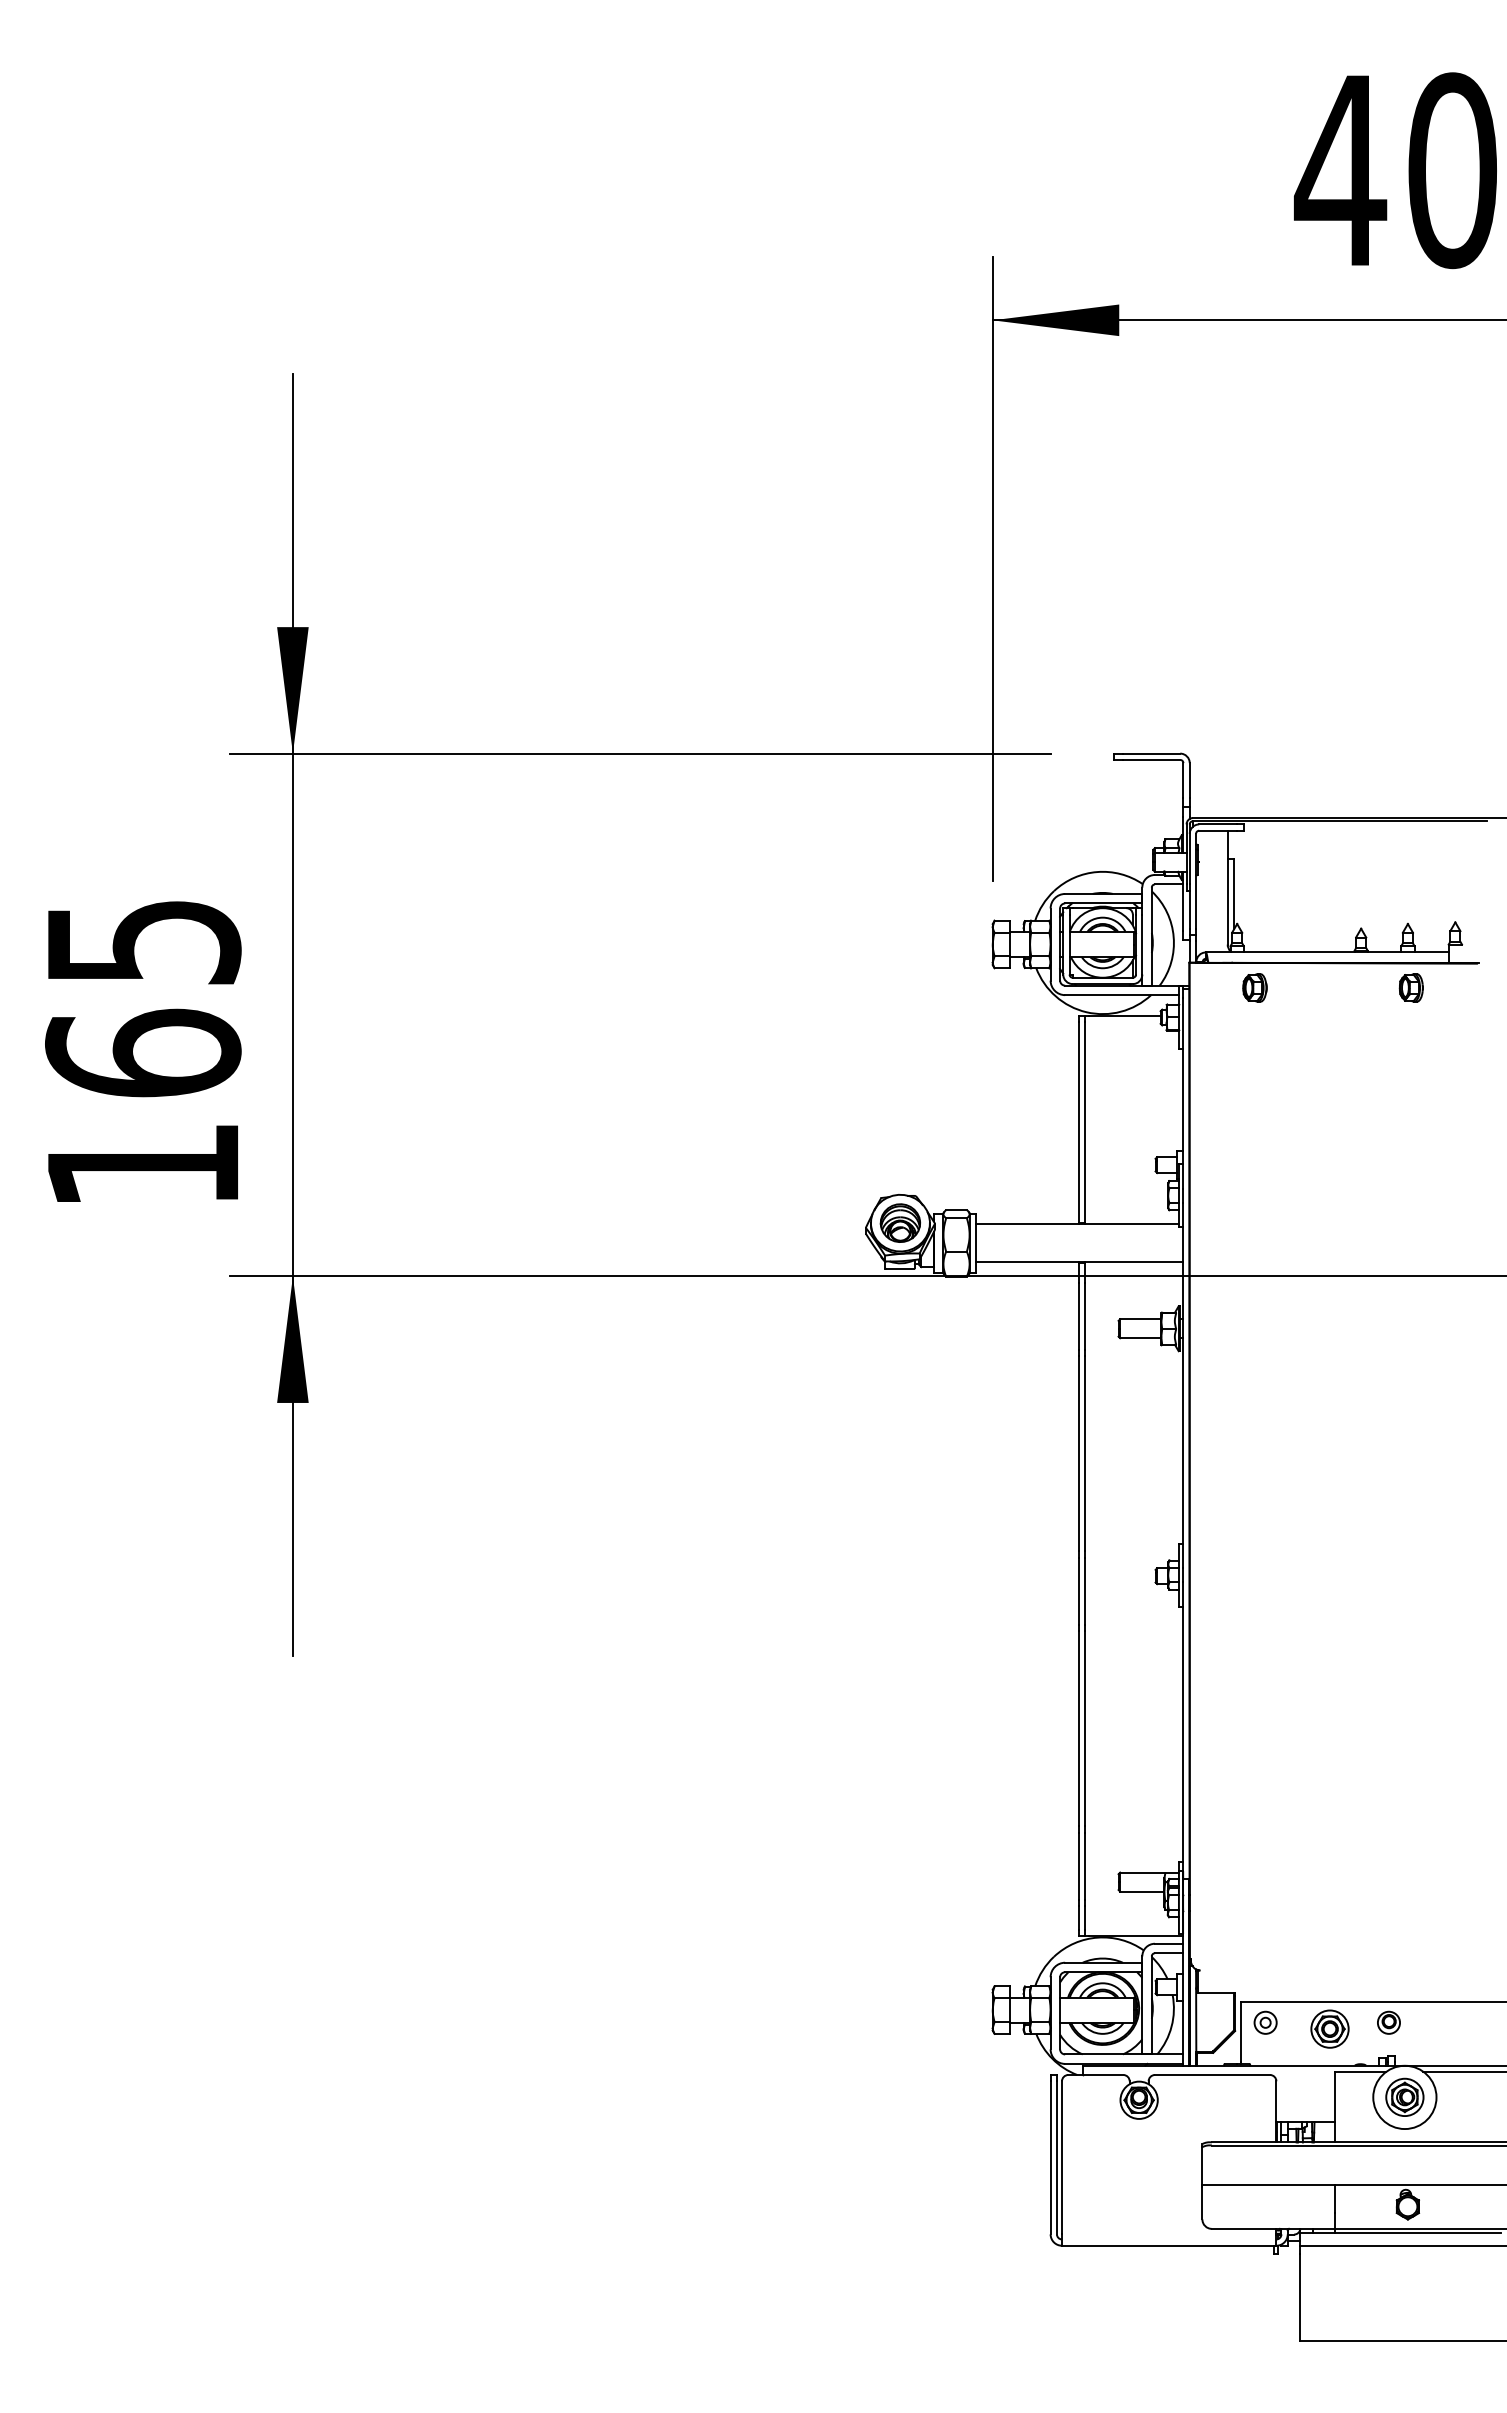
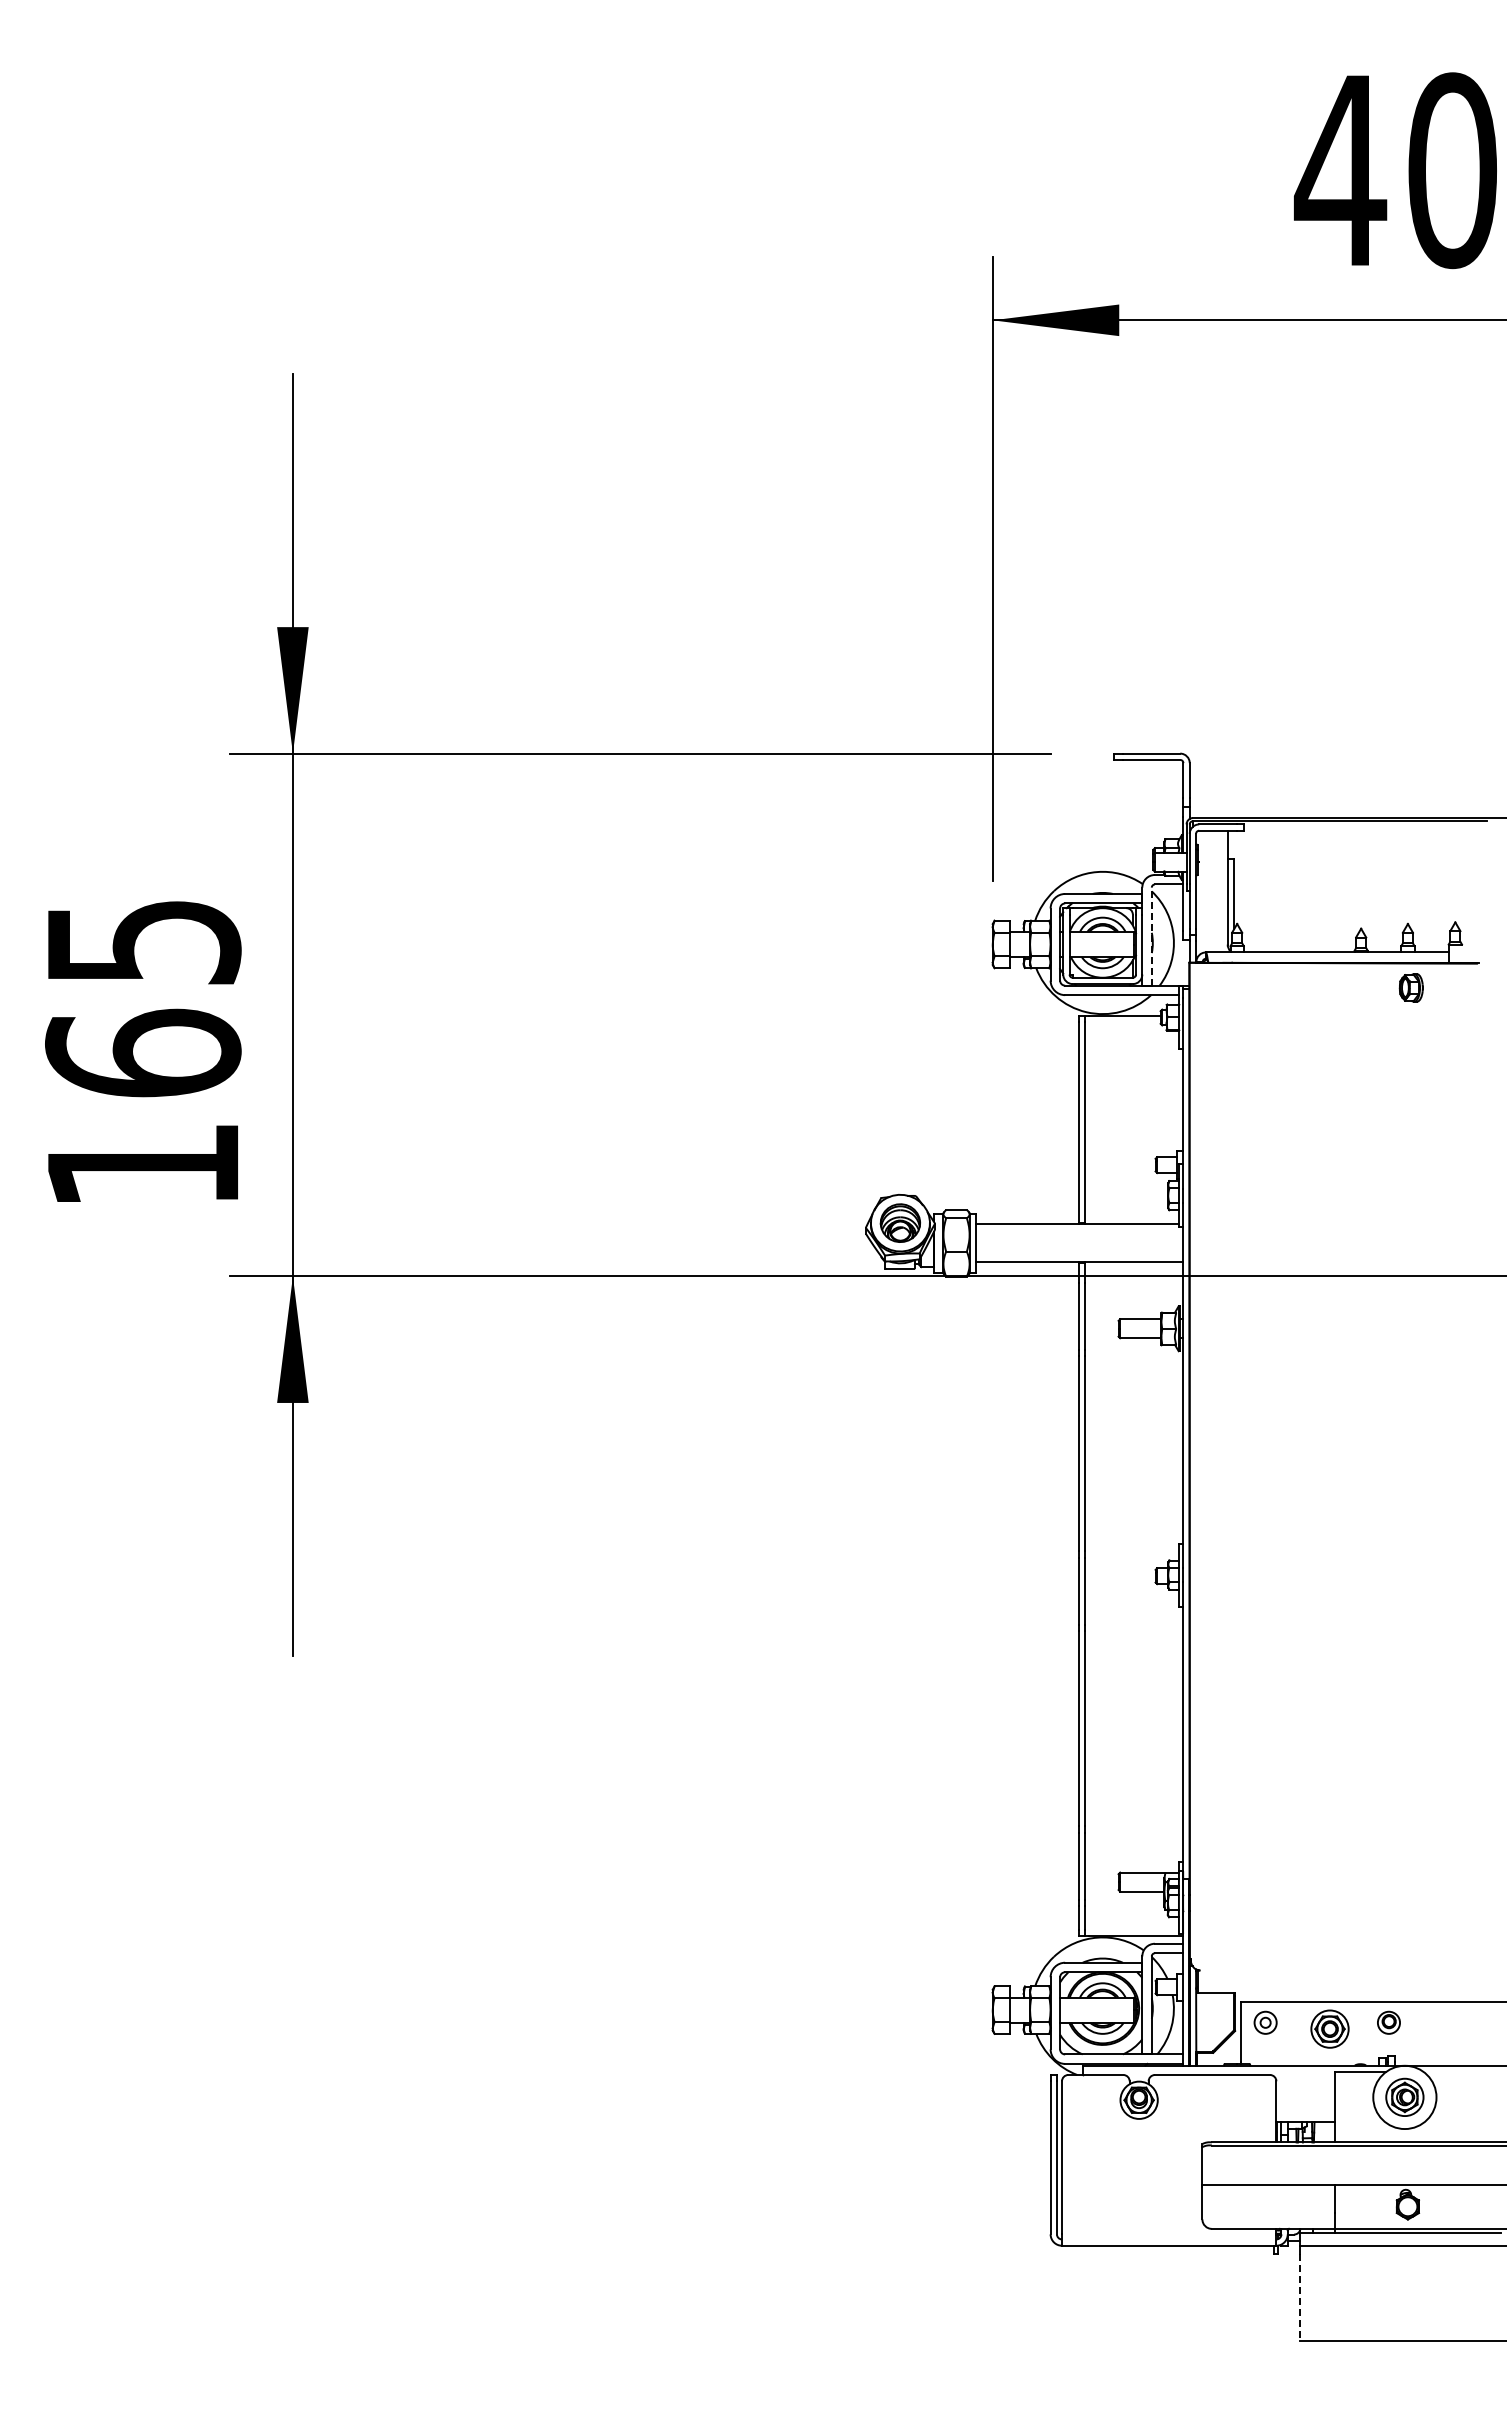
line at (1151, 936): solid -> dashed
part at (1254, 987): present -> none
line at (1463, 2071): present -> none
line at (1300, 2297): solid -> dashed
